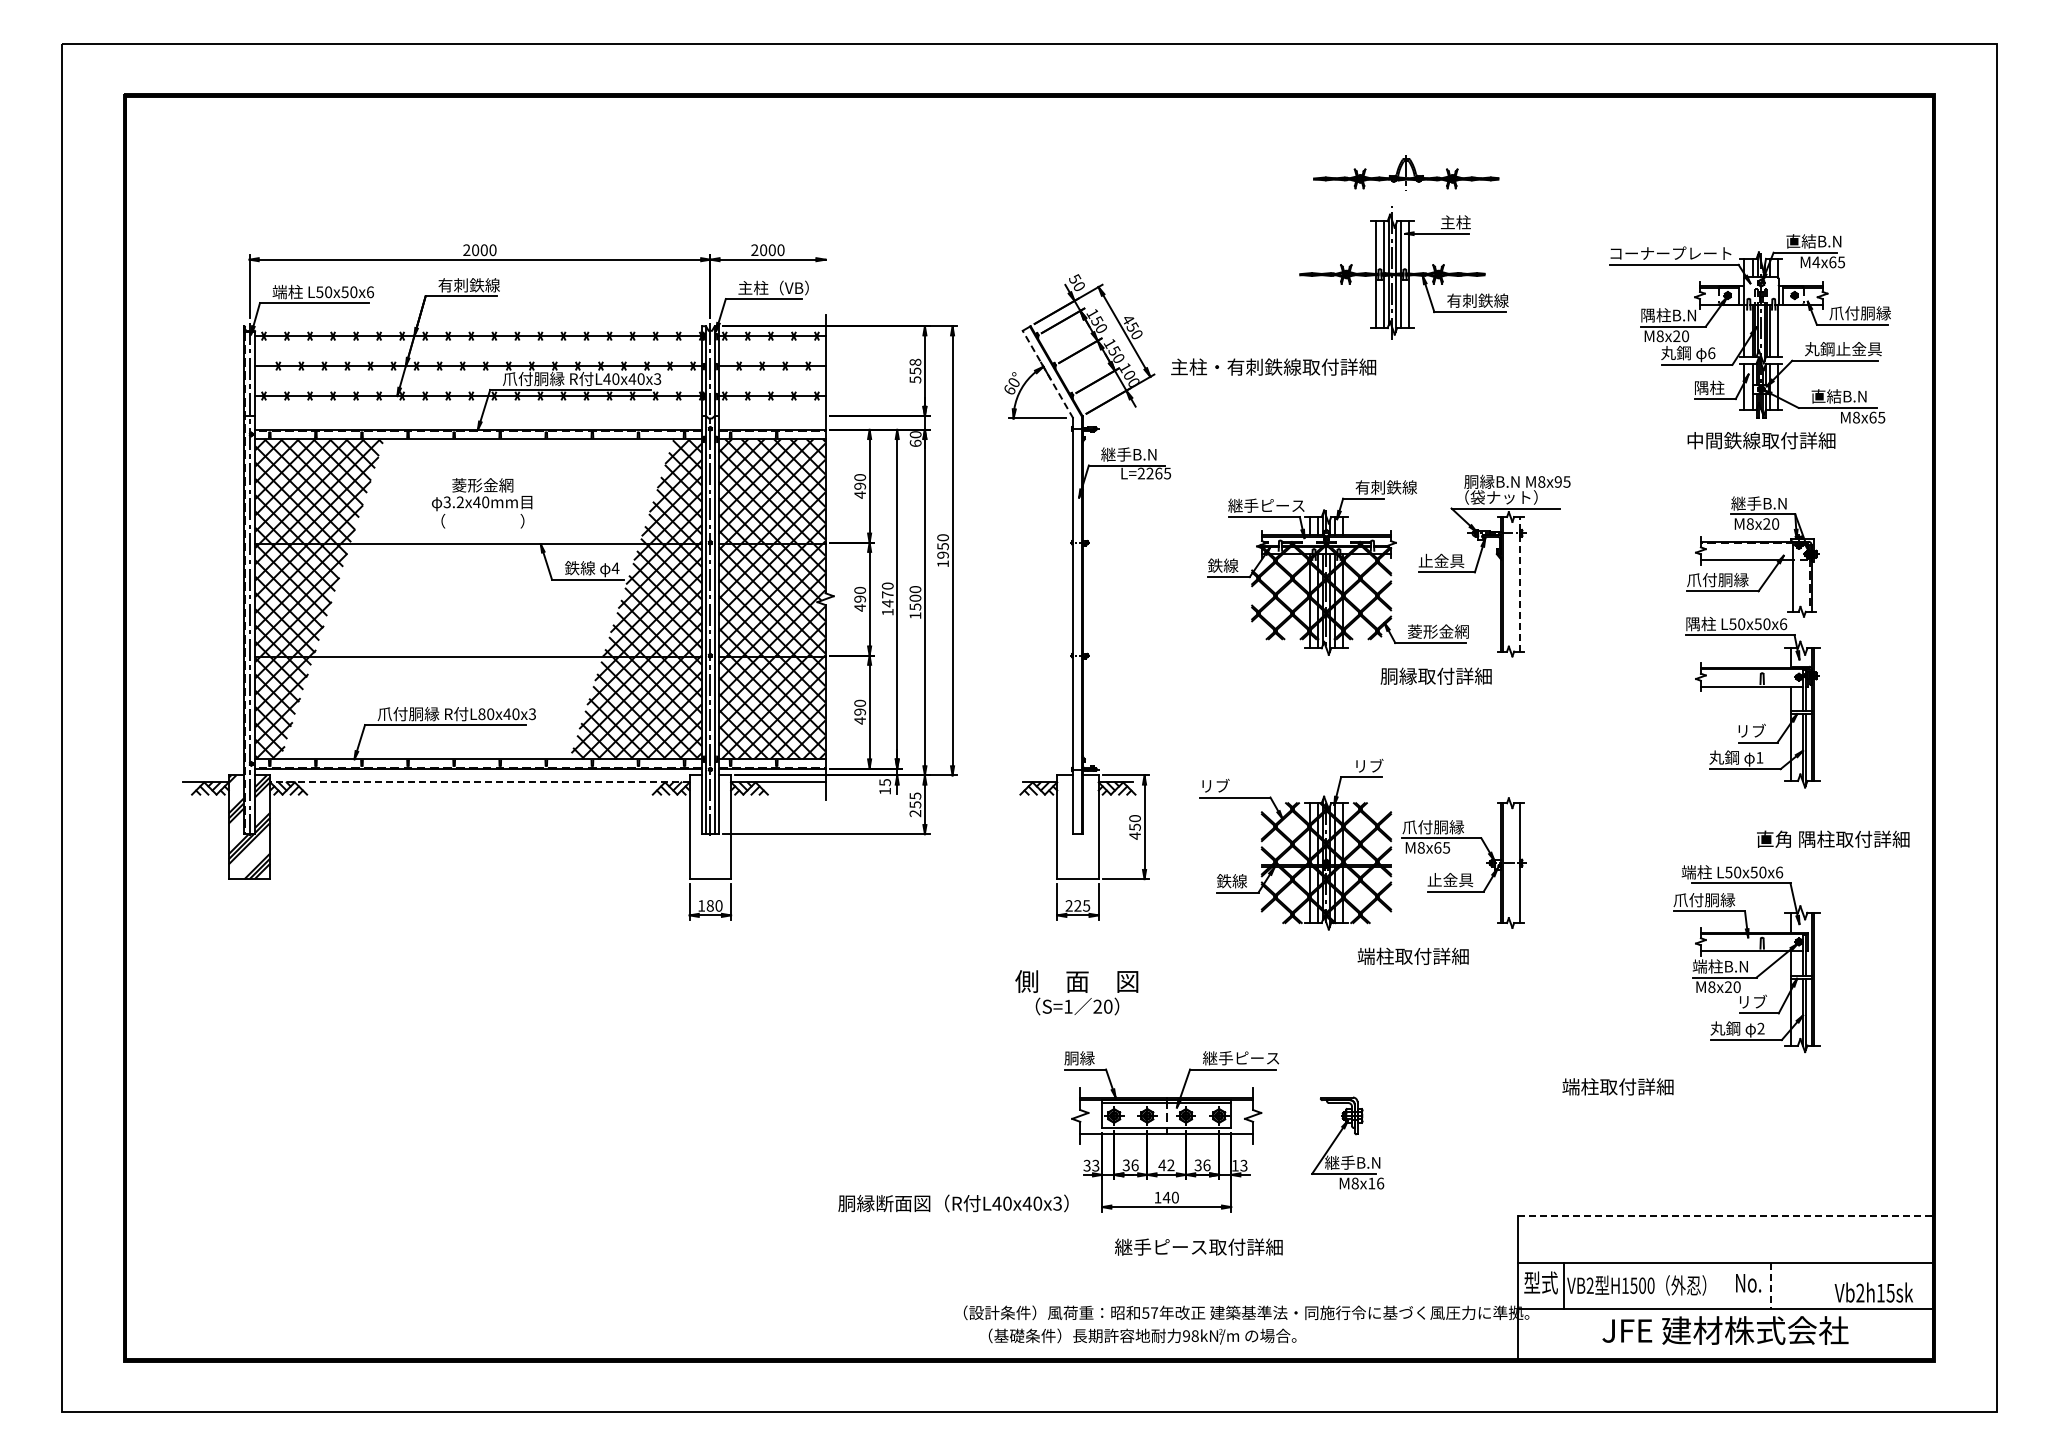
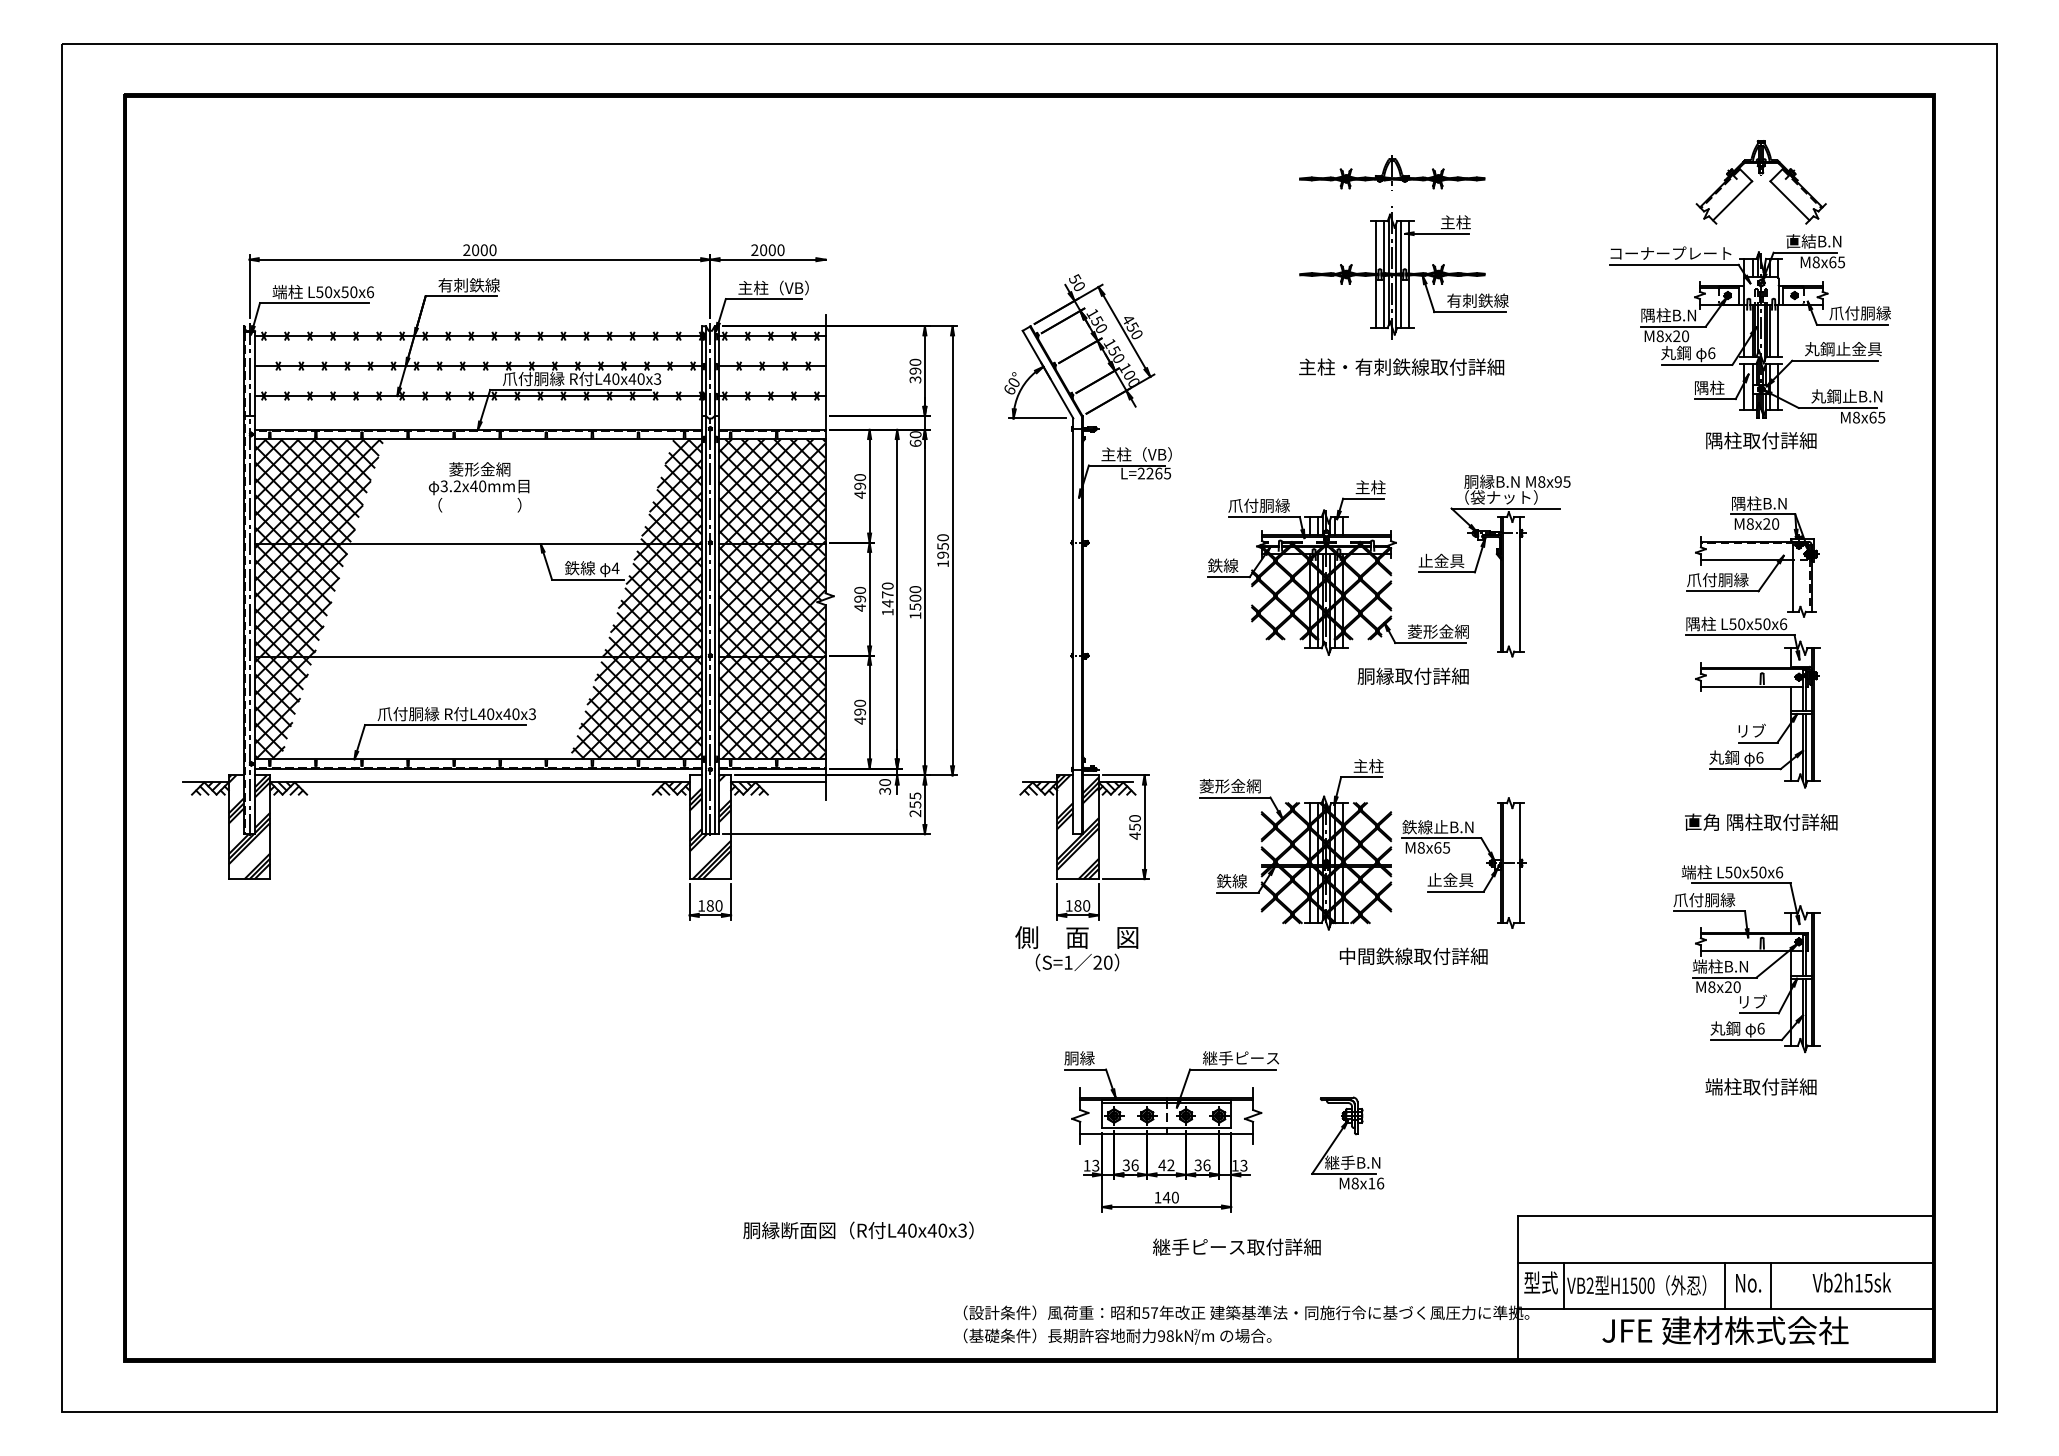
part at (1406, 172) position: (1406, 172) -> (1392, 172)
part at (1760, 175): none -> present
text at (1816, 262): M4x65 -> M8x65
text at (1273, 366) position: (1273, 366) -> (1401, 366)
text at (915, 370): 558 -> 390
line at (1048, 374): dashed -> solid
text at (1846, 396): 直結B.N -> 丸鋼止B.N
text at (1761, 440): 中間鉄線取付詳細 -> 隅柱取付詳細
text at (1136, 454): 継手B.N -> 主柱（VB）
text at (1385, 487): 有刺鉄線 -> 主柱
text at (482, 503) position: (482, 503) -> (479, 487)
text at (1746, 503): 継手B.N -> 隅柱B.N
text at (1266, 505): 継手ピース -> 爪付胴縁
line at (1519, 583): dashed -> solid
text at (1435, 675) position: (1435, 675) -> (1412, 675)
text at (481, 714): L80x40x3 -> L40x40x3
text at (1759, 757): 1 -> 6
text at (1368, 765): リブ -> 主柱
line at (479, 782): dashed -> solid
text at (1229, 785): リブ -> 菱形金網
text at (885, 786): 15 -> 30
hatch at (710, 827): none -> present
hatch at (1077, 827): none -> present
text at (1437, 827): 爪付胴縁 -> 鉄線止B.N
text at (1833, 838) position: (1833, 838) -> (1761, 821)
text at (1077, 905): 225 -> 180
text at (1413, 955): 端柱取付詳細 -> 中間鉄線取付詳細
text at (1076, 992) position: (1076, 992) -> (1076, 948)
text at (1760, 1028): 2 -> 6
text at (1617, 1086) position: (1617, 1086) -> (1760, 1086)
text at (1086, 1165): 33 -> 13
text at (953, 1203) position: (953, 1203) -> (858, 1230)
line at (1725, 1216): dashed -> solid
text at (1198, 1246) position: (1198, 1246) -> (1236, 1246)
line at (1725, 1285): none -> present
line at (1771, 1286): dashed -> solid
text at (1873, 1292) position: (1873, 1292) -> (1851, 1282)
text at (1142, 1336) position: (1142, 1336) -> (1117, 1336)
